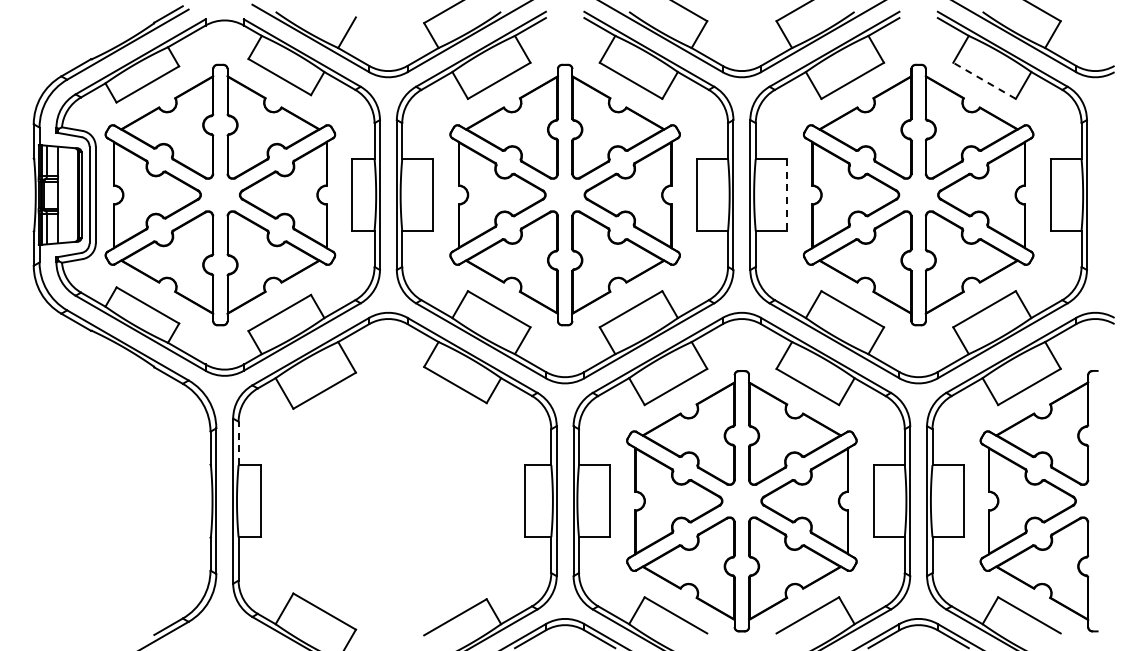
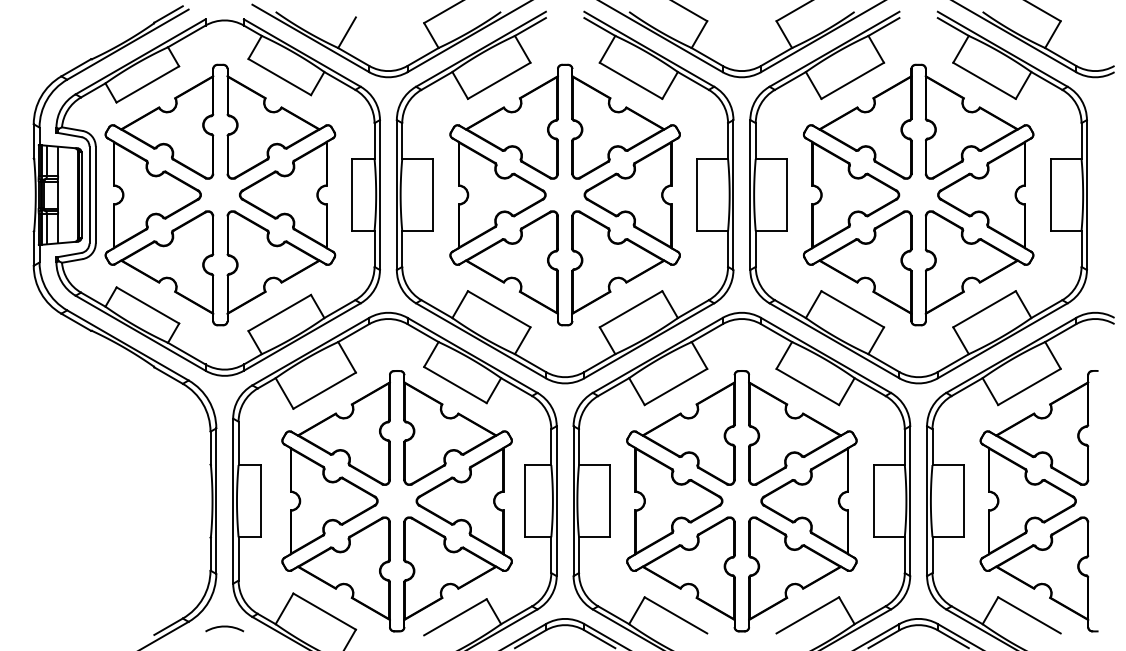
line at (984, 80): dashed -> solid
line at (786, 195): dashed -> solid
line at (238, 443): dashed -> solid
part at (396, 501): none -> present
arc at (224, 627): none -> present
